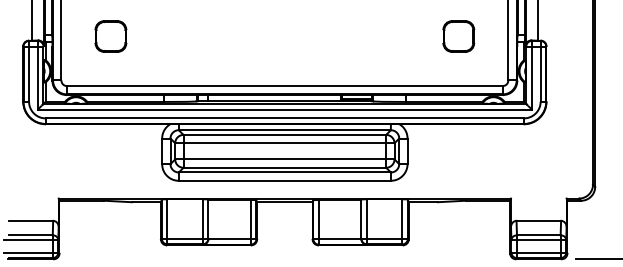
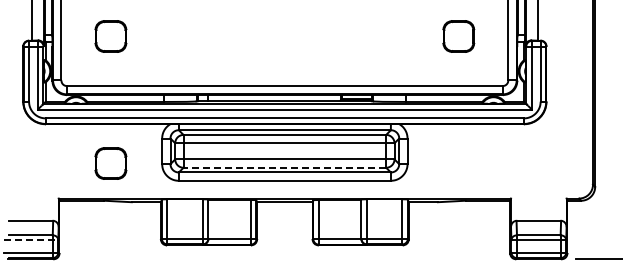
part at (110, 163): none -> present
line at (284, 167): solid -> dashed
line at (31, 240): solid -> dashed
